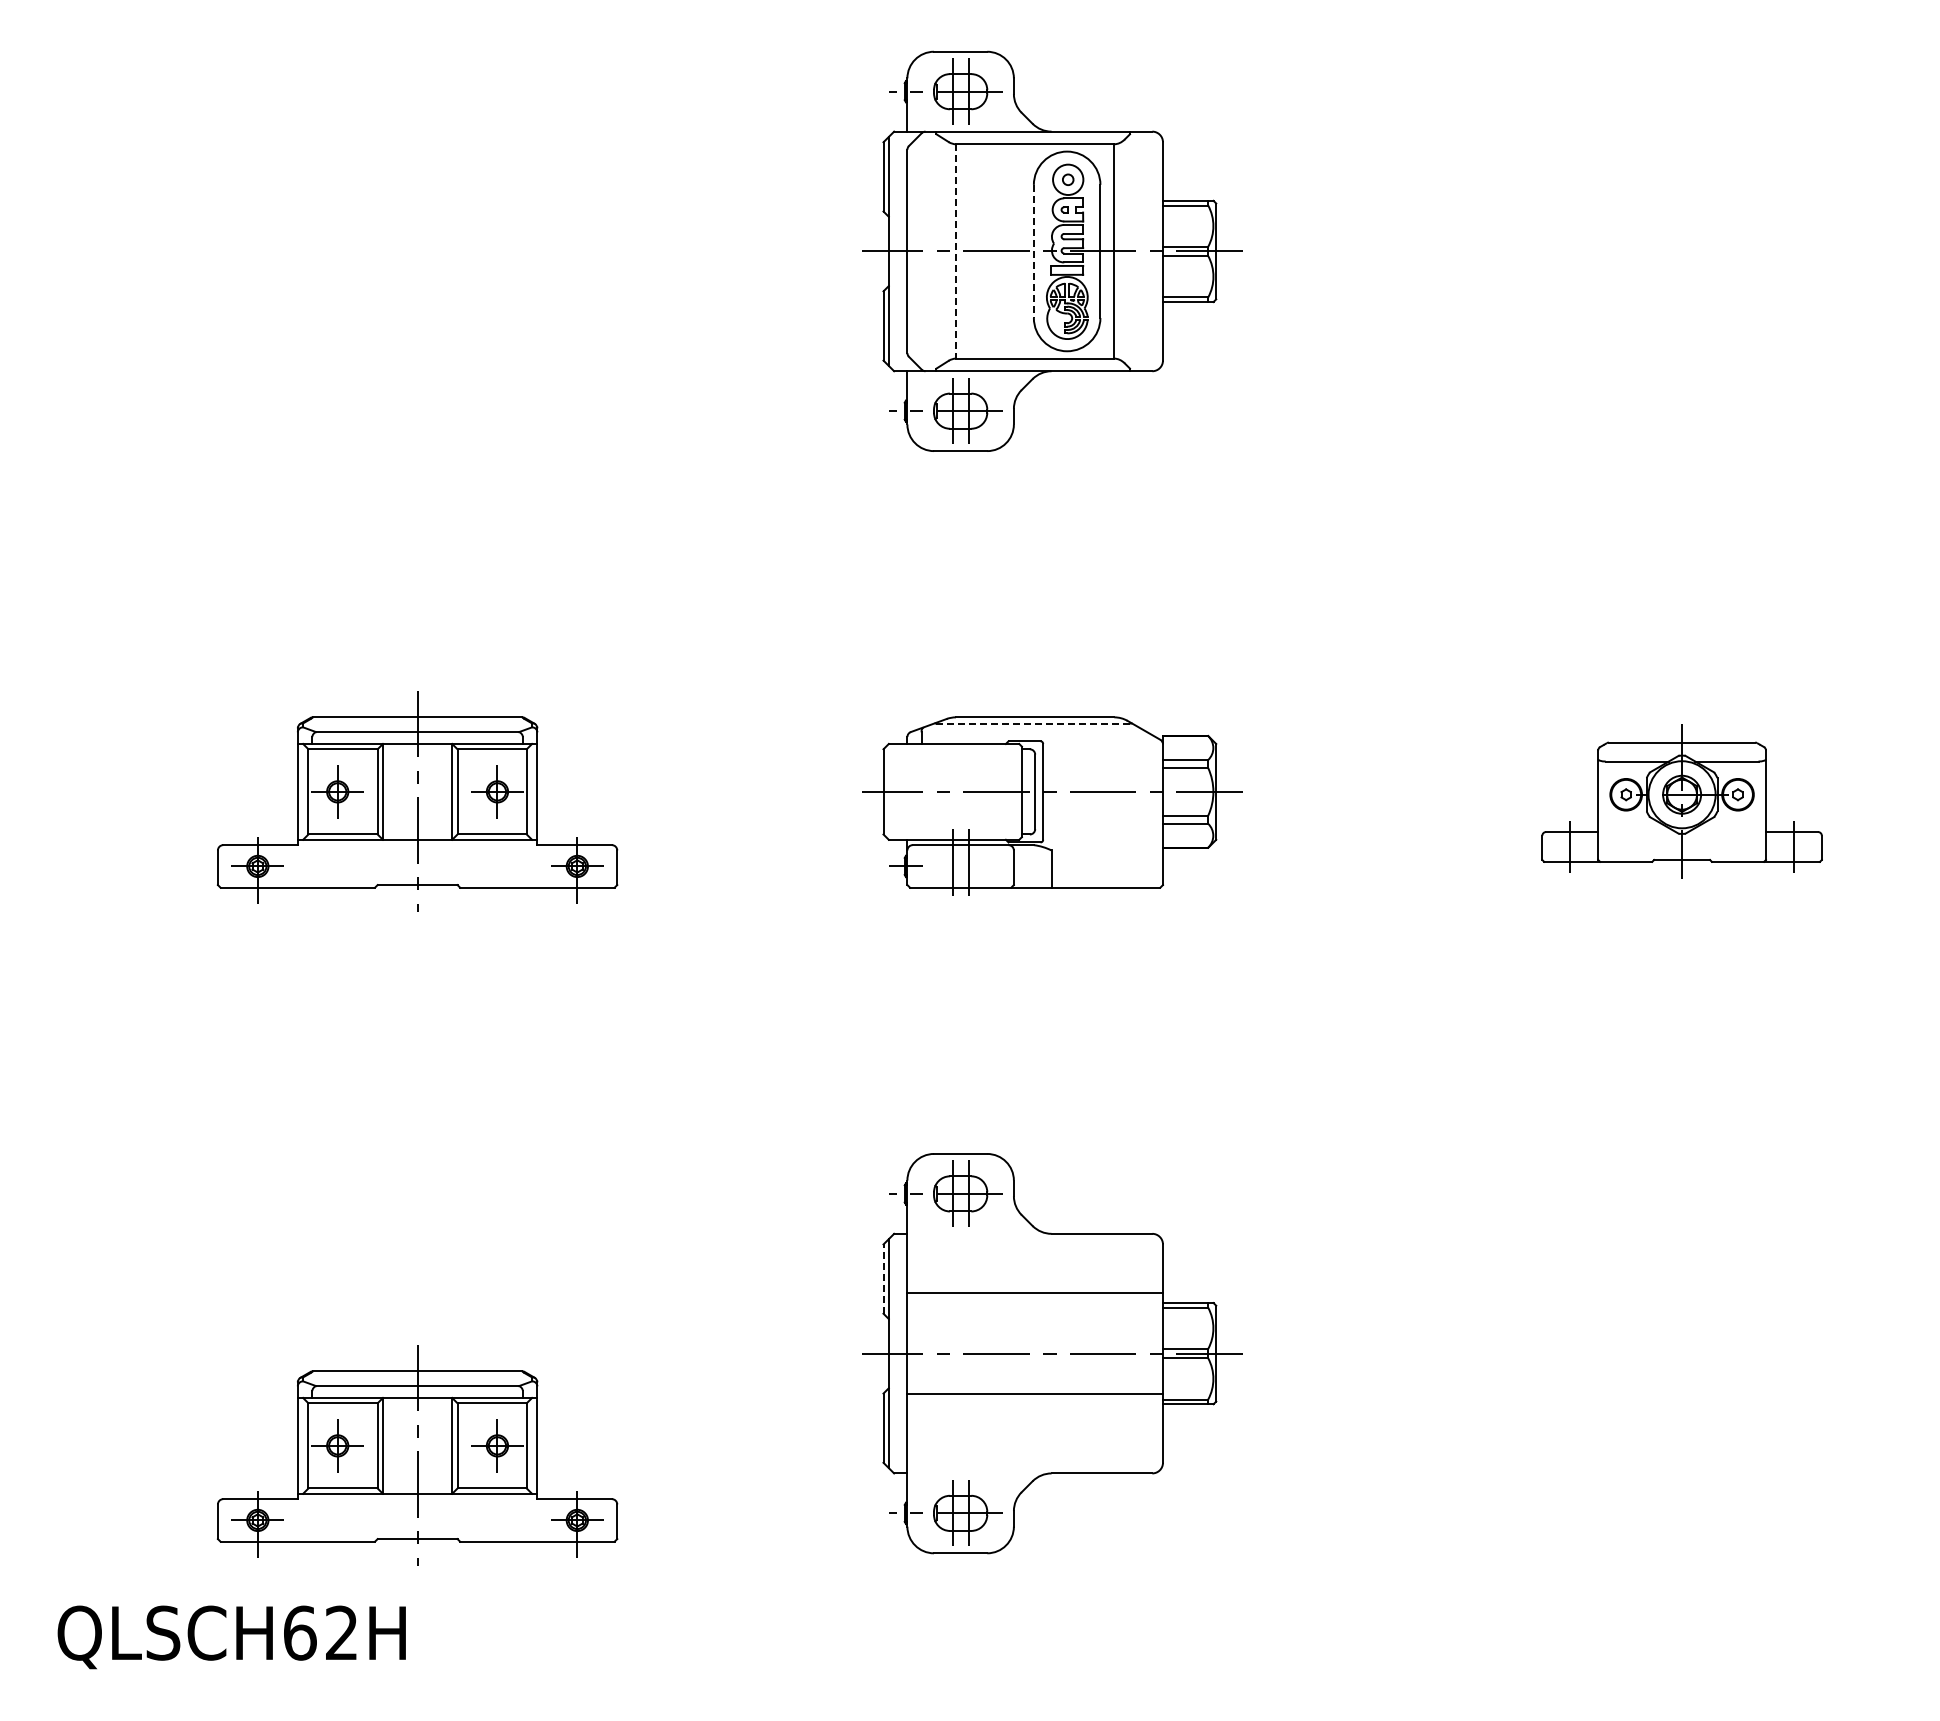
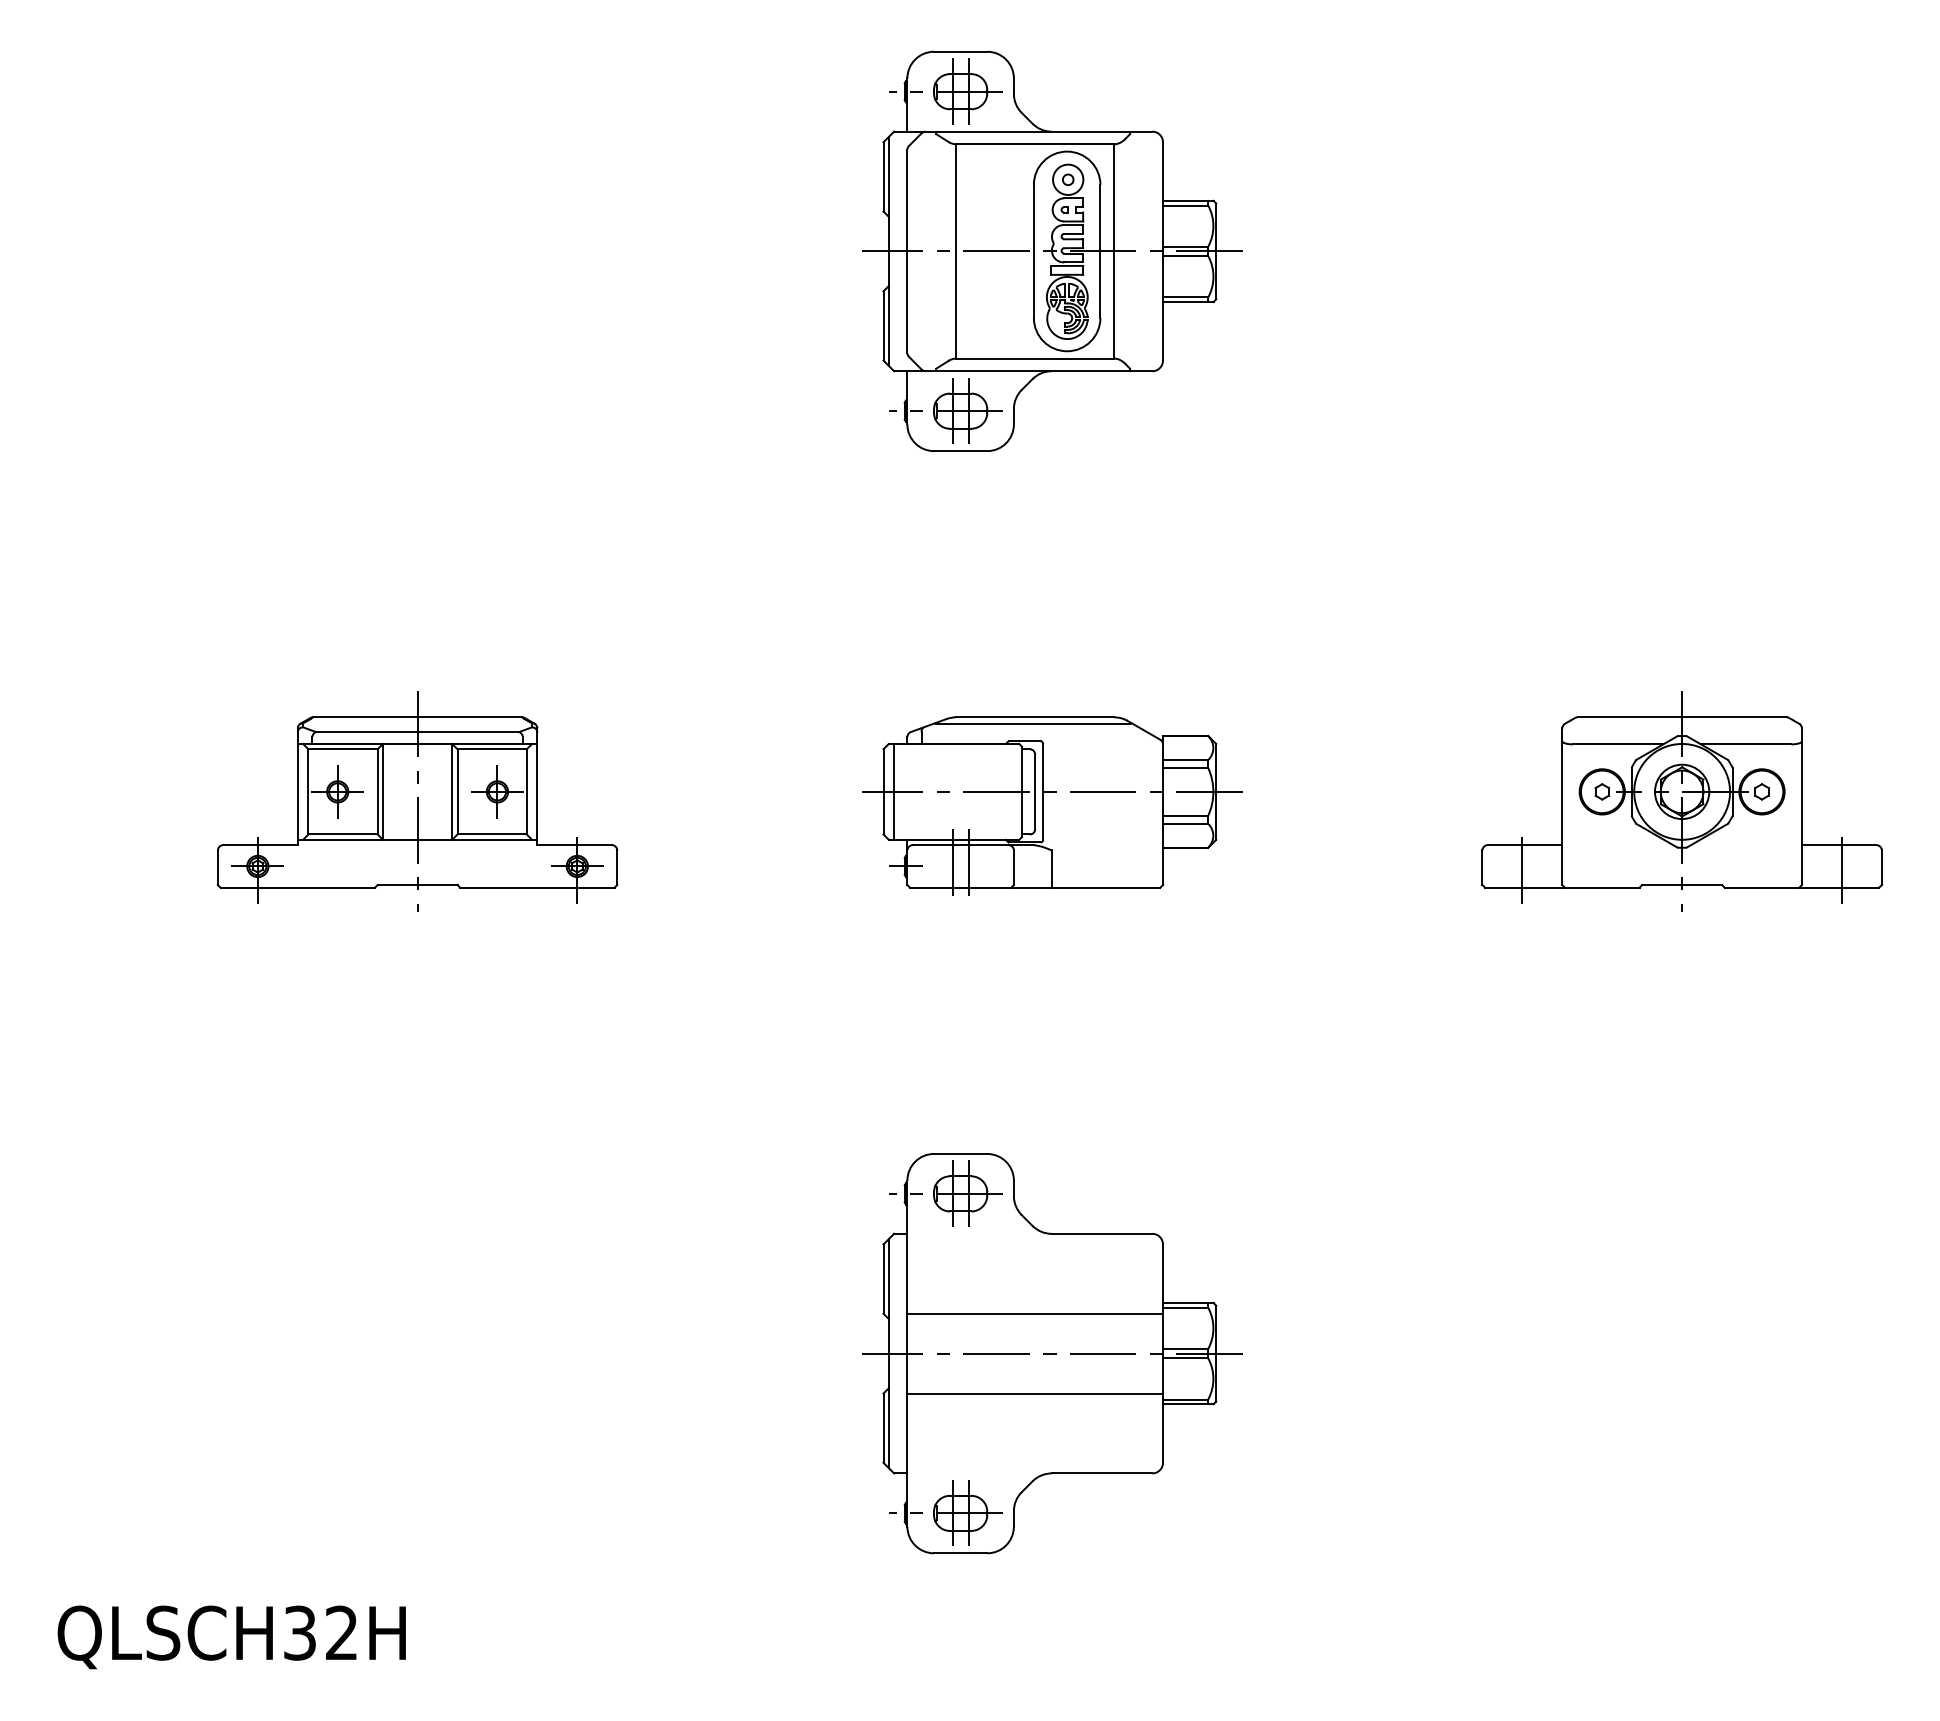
line at (955, 251): dashed -> solid
line at (1033, 251): dashed -> solid
line at (1033, 723): dashed -> solid
line at (894, 791): none -> present
part at (1681, 801) size: 282x155 px -> 402x221 px
line at (883, 1279): dashed -> solid
line at (1034, 1292) position: (1034, 1292) -> (1034, 1313)
part at (417, 1455): present -> none
text at (300, 1632): QLSCH62H -> QLSCH32H
